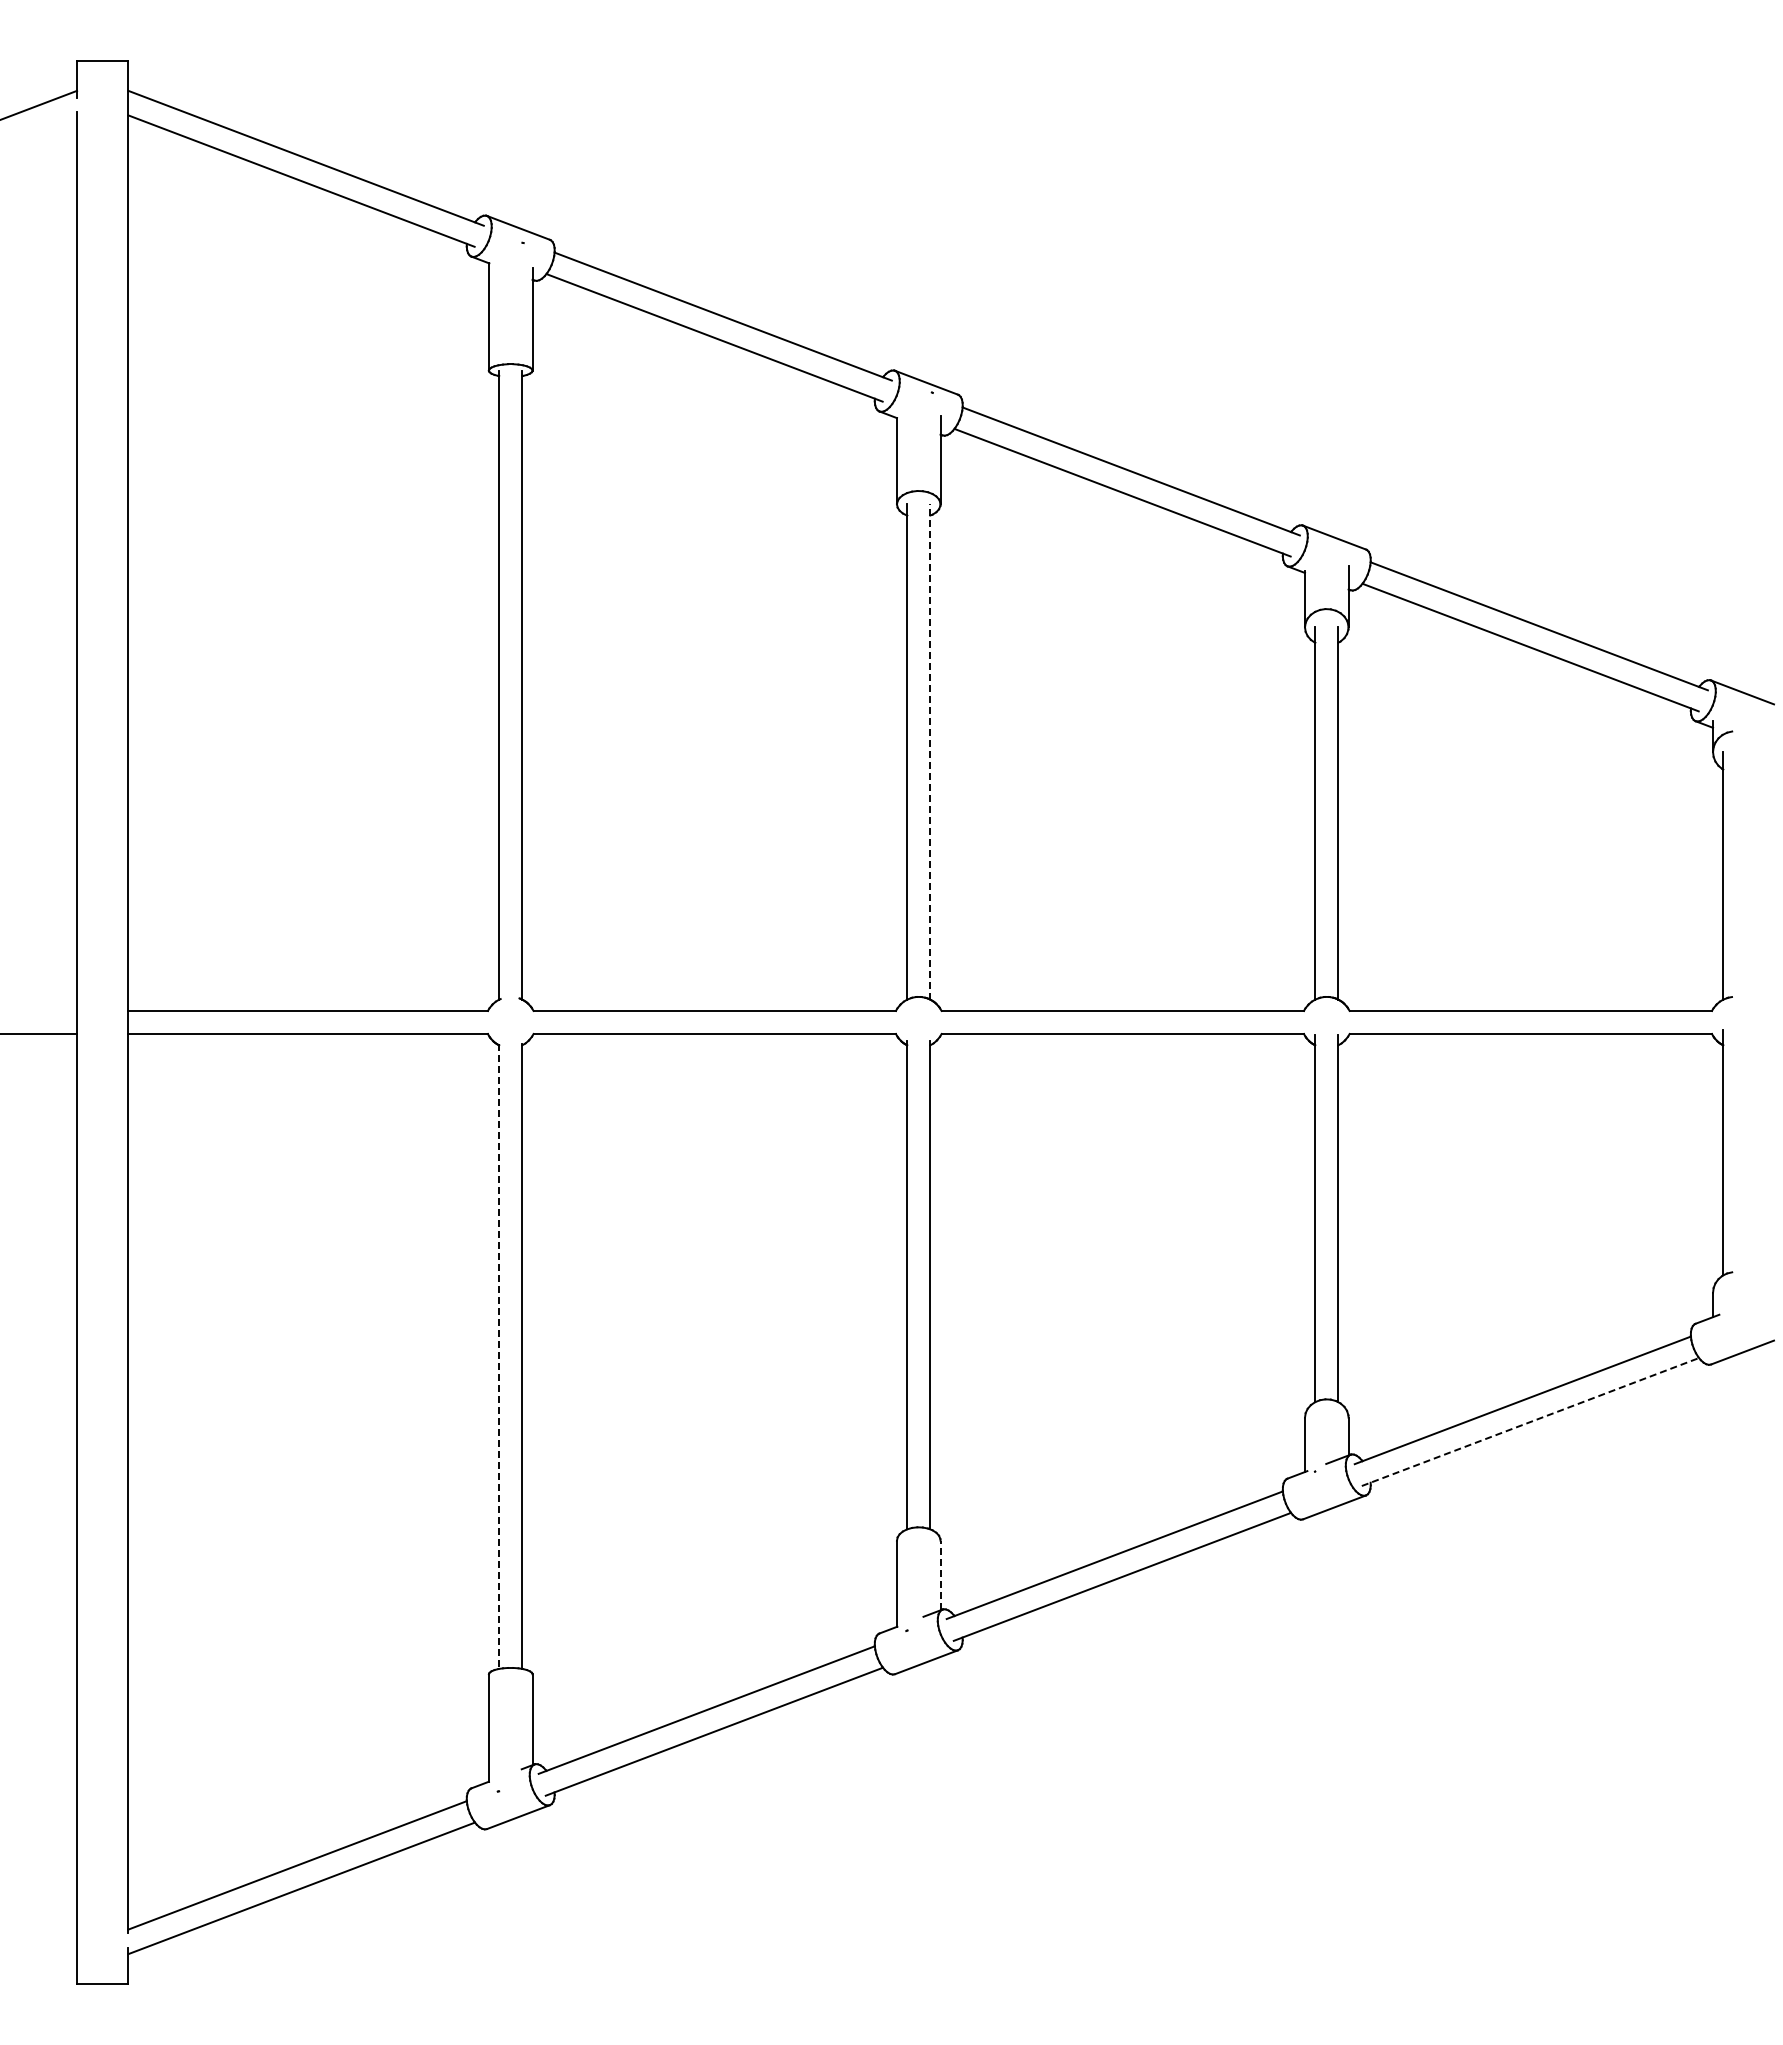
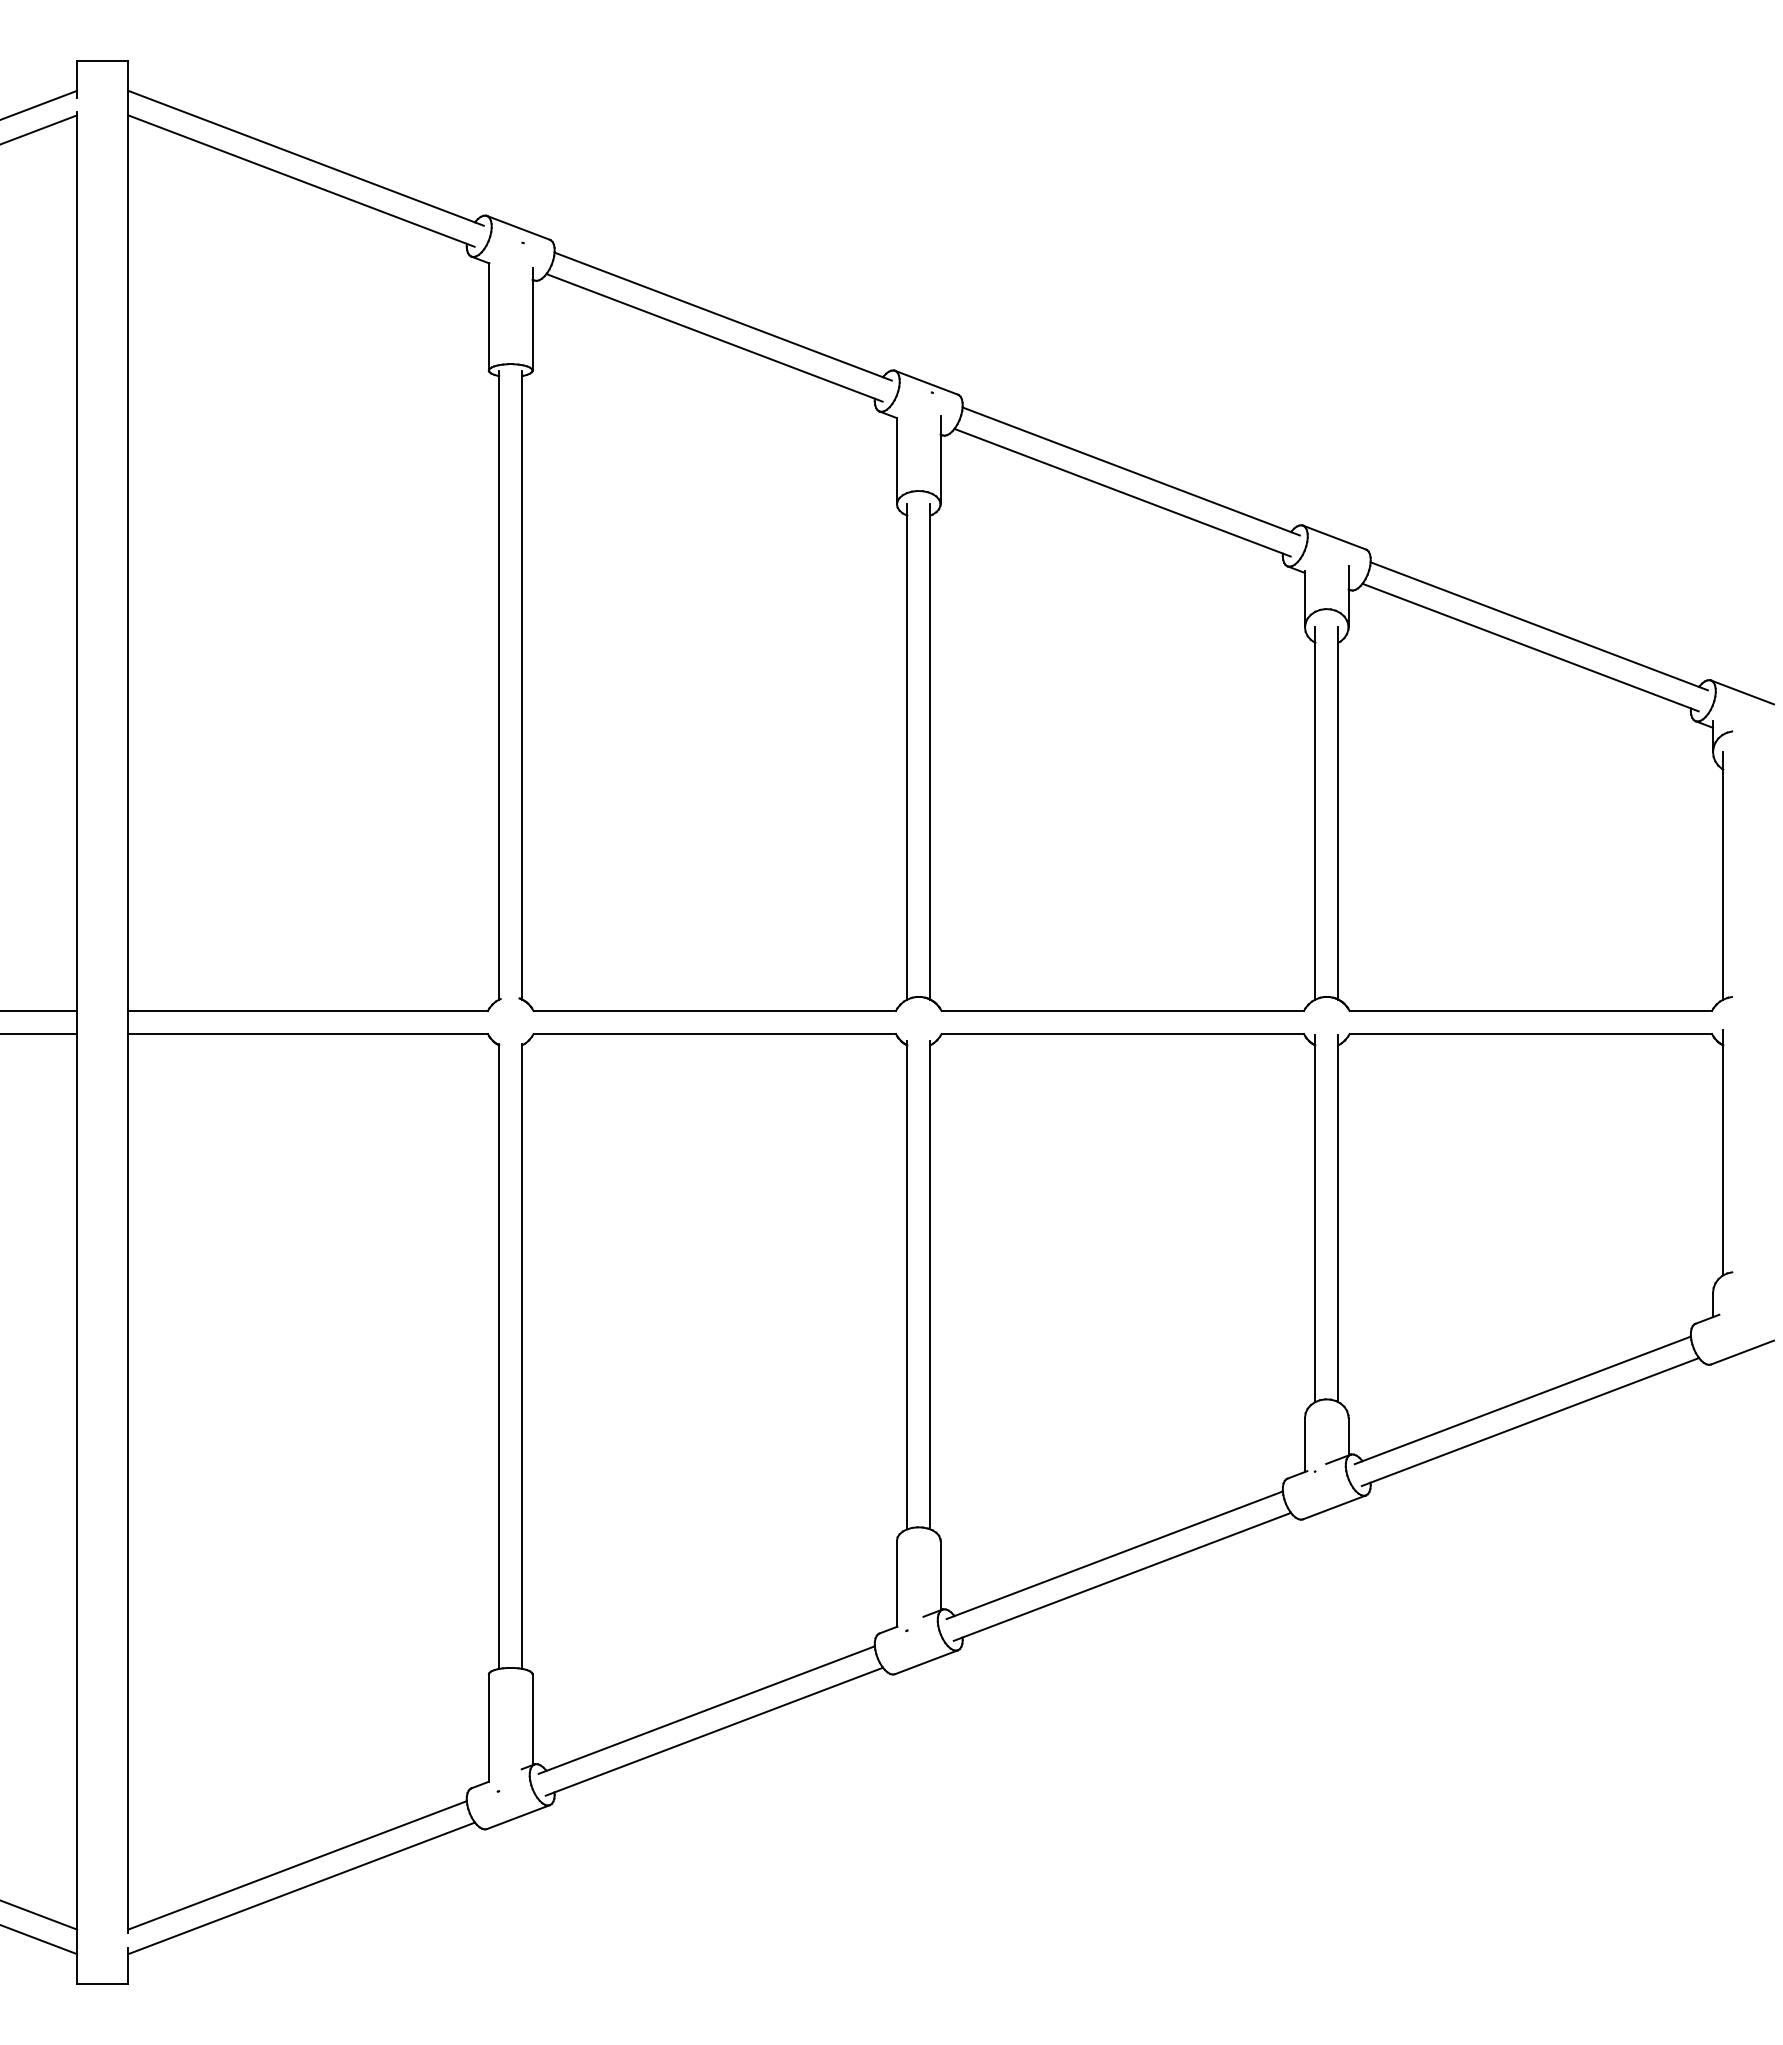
line at (39, 129): none -> present
line at (930, 752): dashed -> solid
line at (39, 1011): none -> present
line at (499, 1357): dashed -> solid
line at (1530, 1421): dashed -> solid
line at (940, 1575): dashed -> solid
line at (39, 1915): none -> present
line at (39, 1939): none -> present
